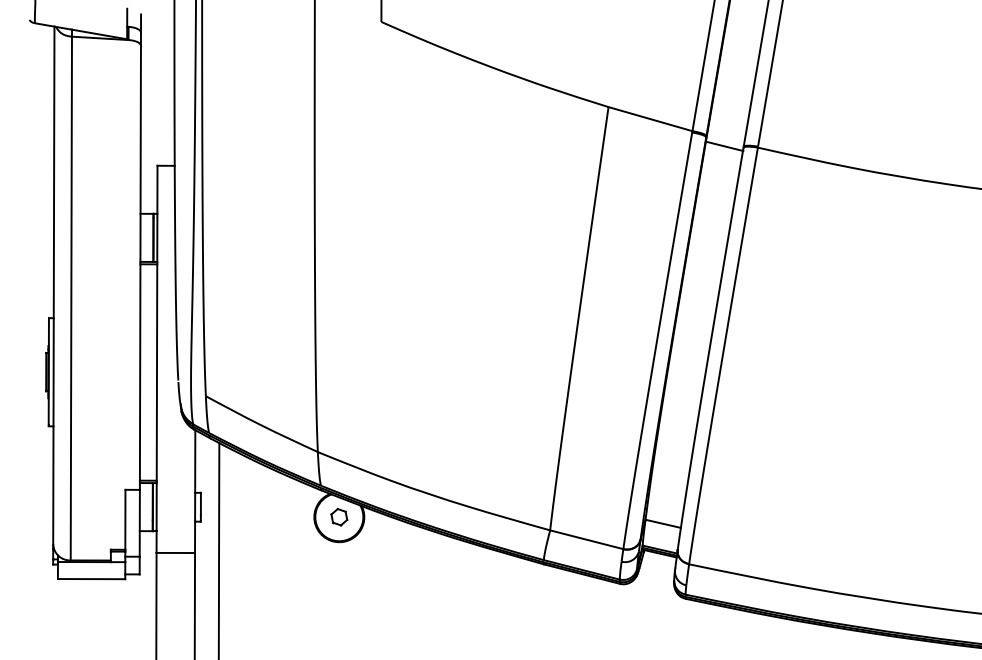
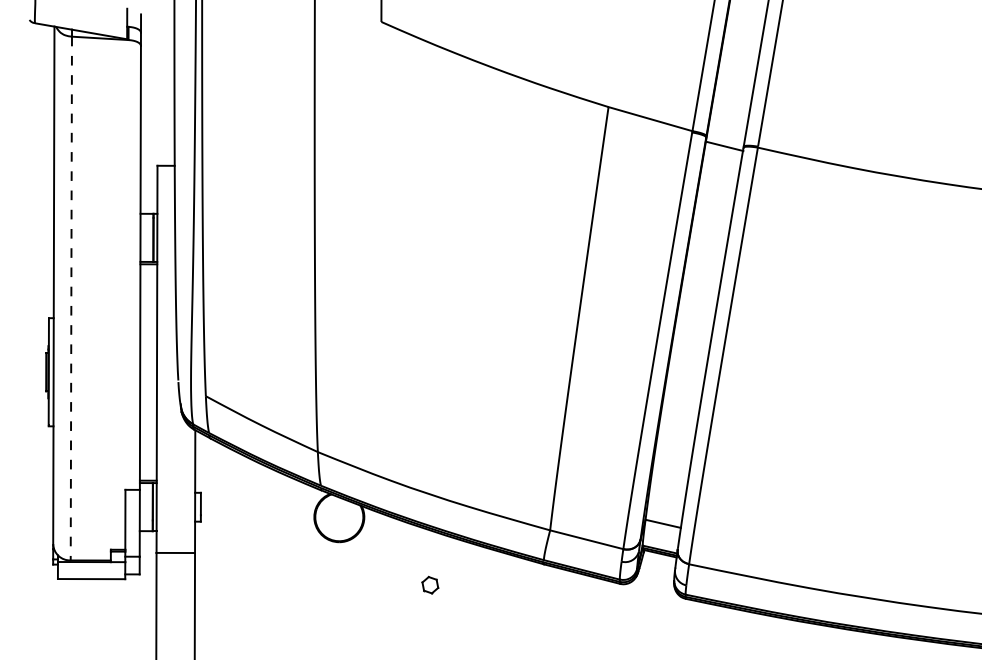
line at (71, 298): solid -> dashed
part at (339, 516) position: (339, 516) -> (430, 584)
line at (218, 549): present -> none
